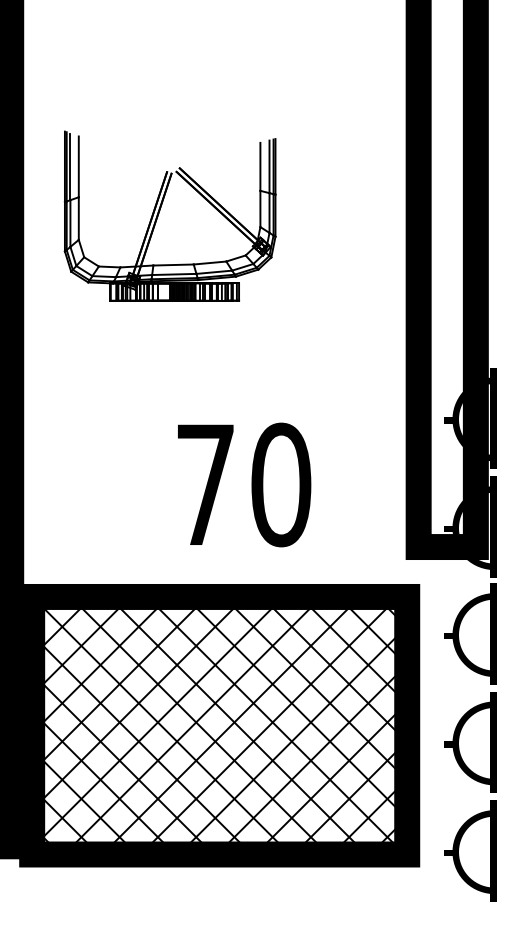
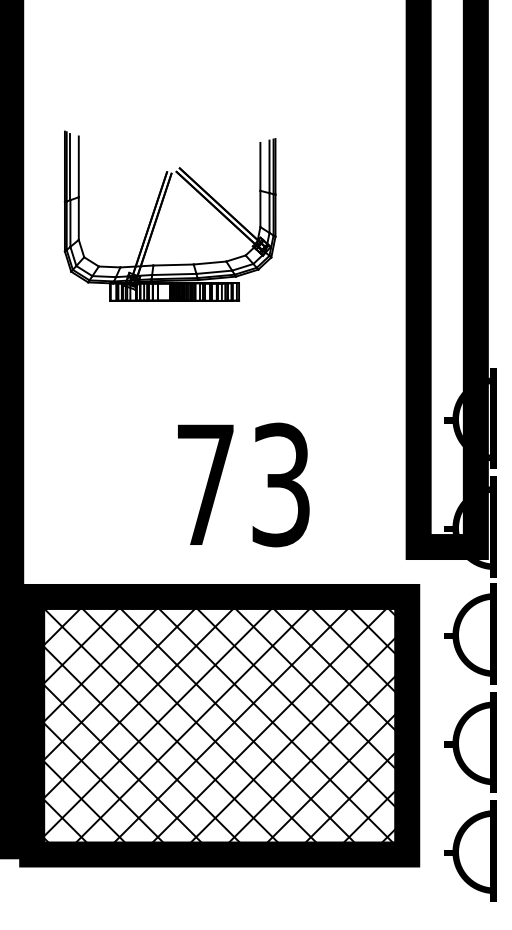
text at (281, 484): 70 -> 73
